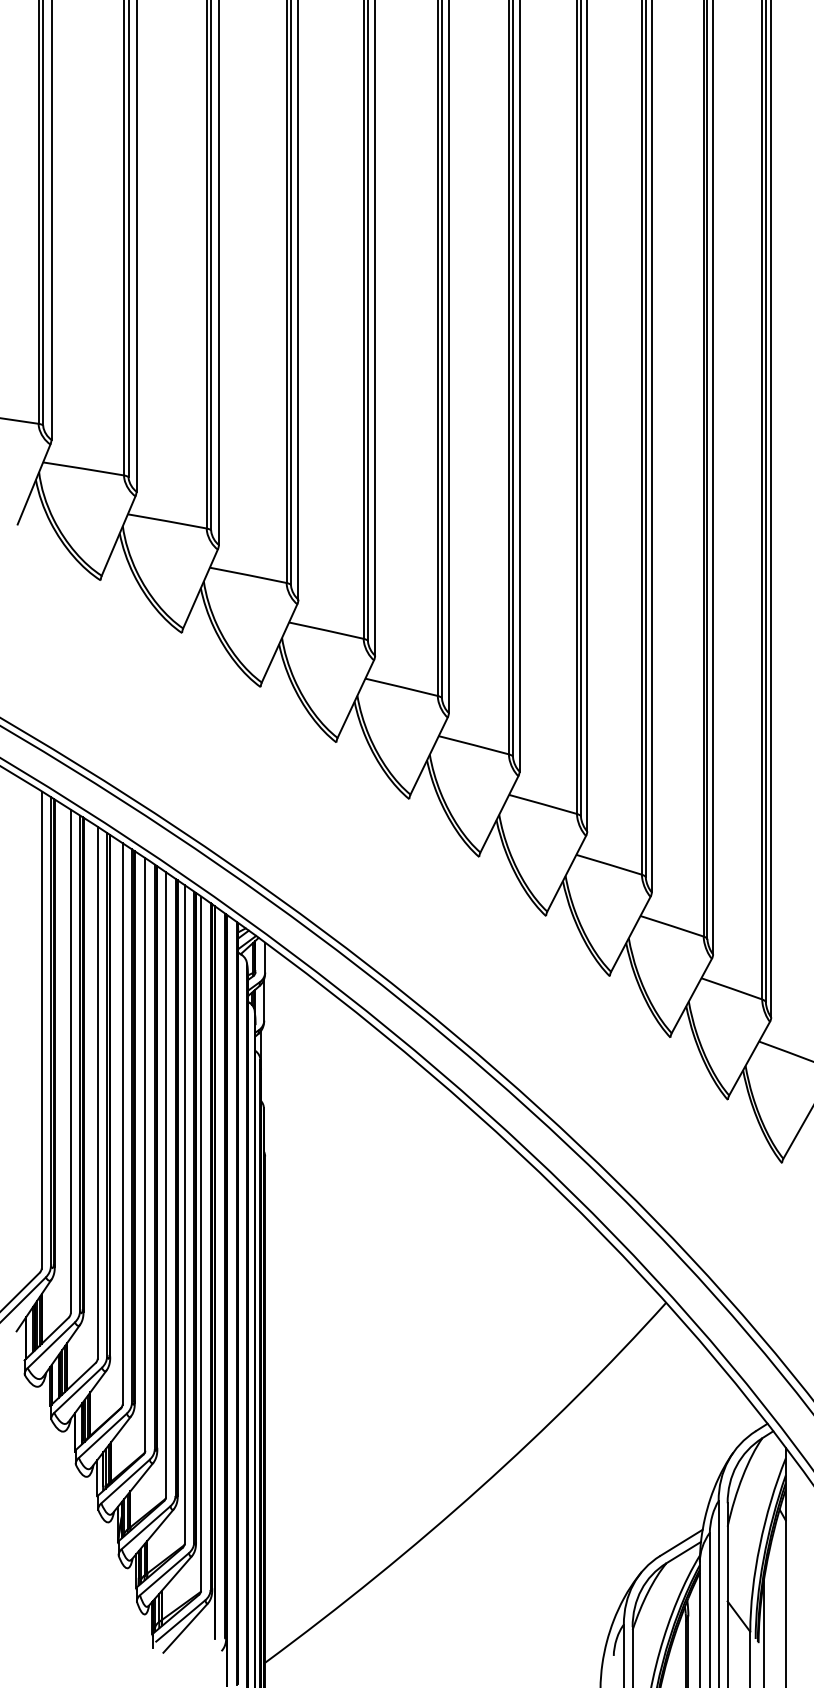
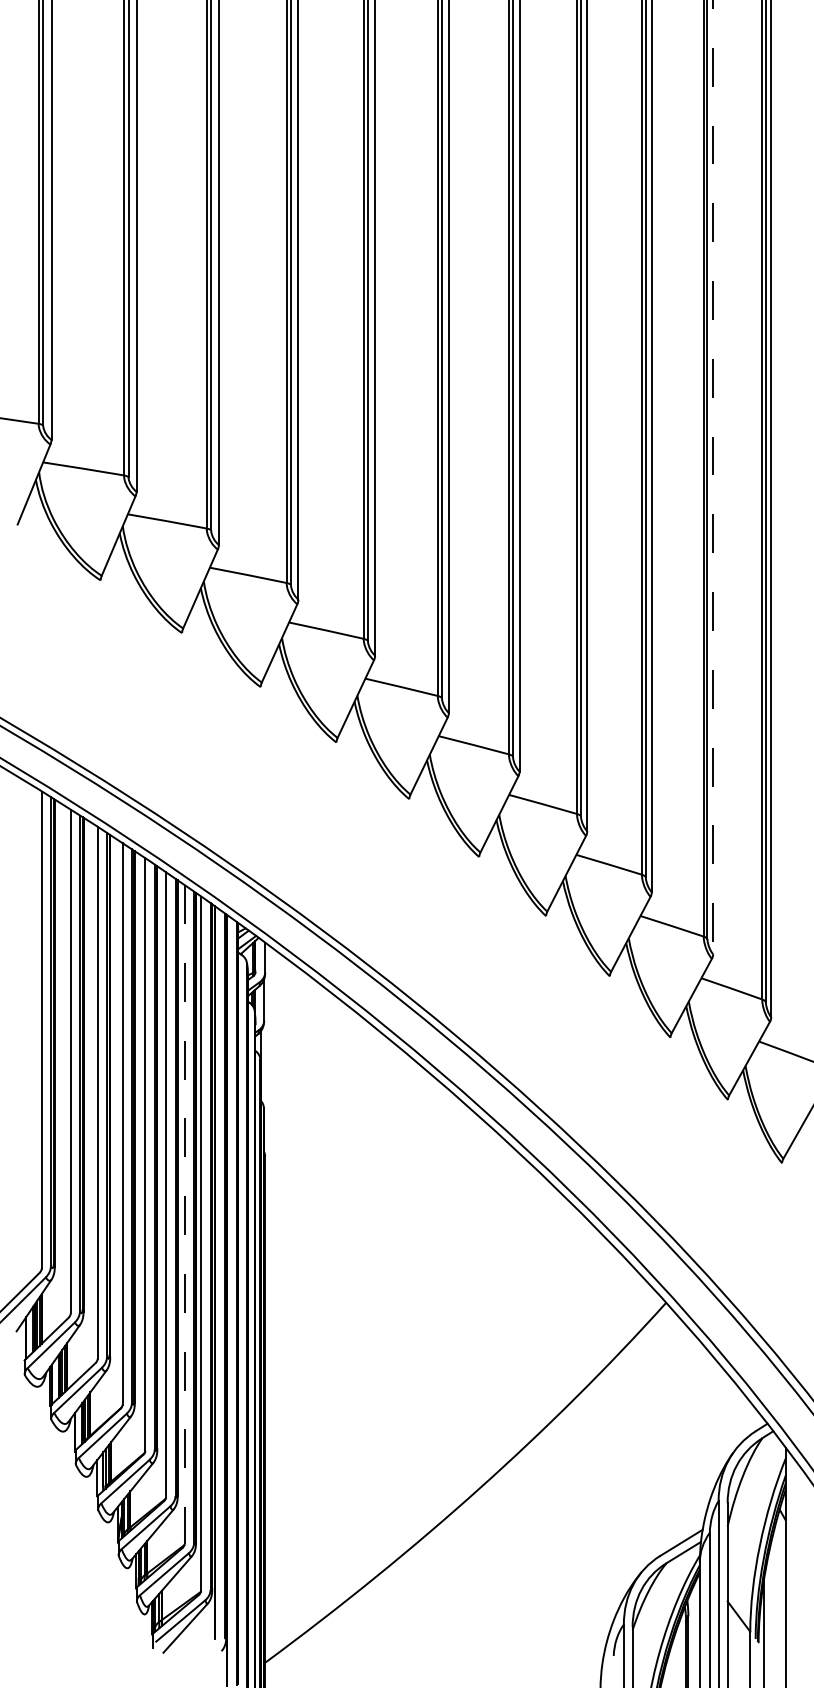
line at (713, 477): solid -> dashed
line at (184, 1215): solid -> dashed
